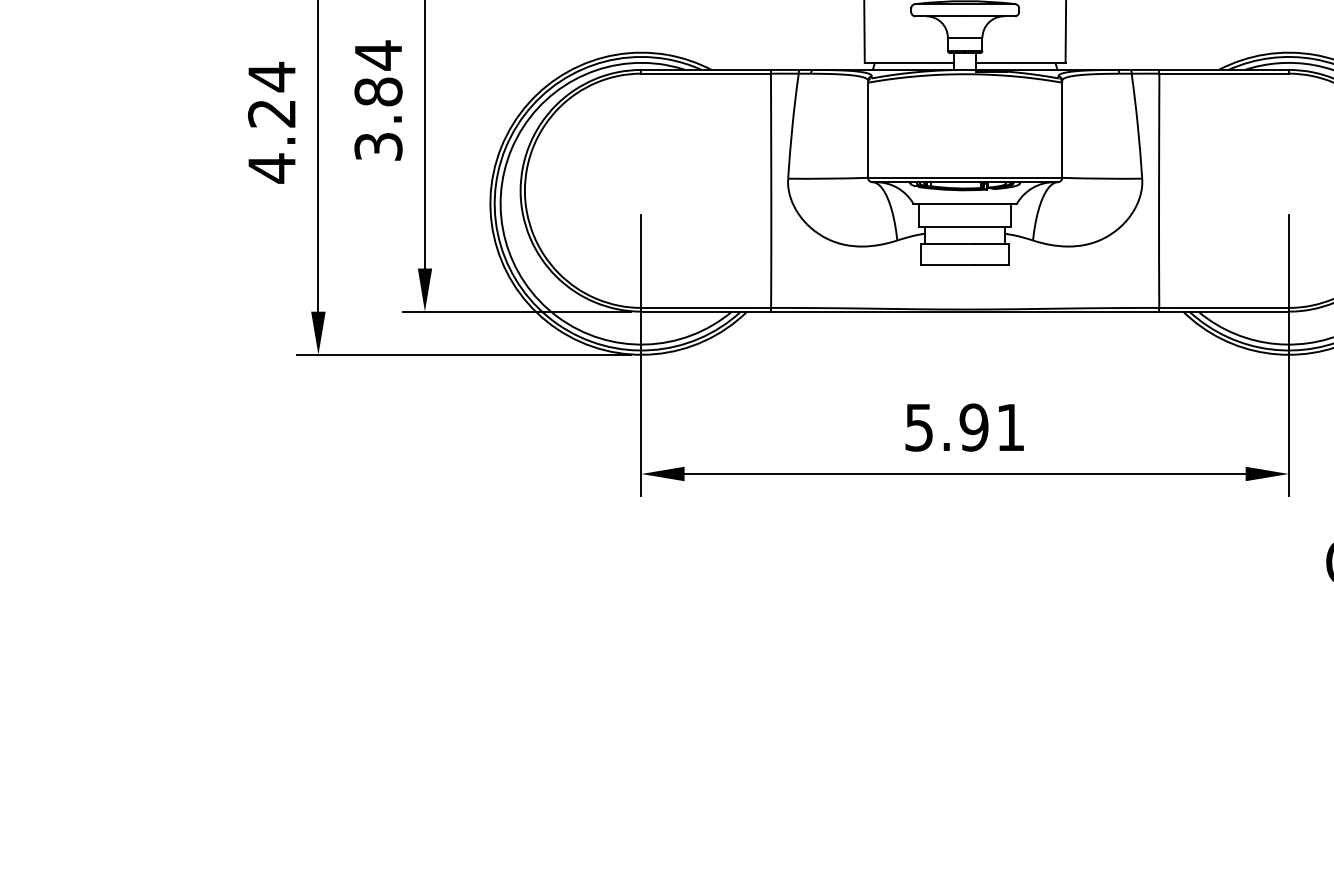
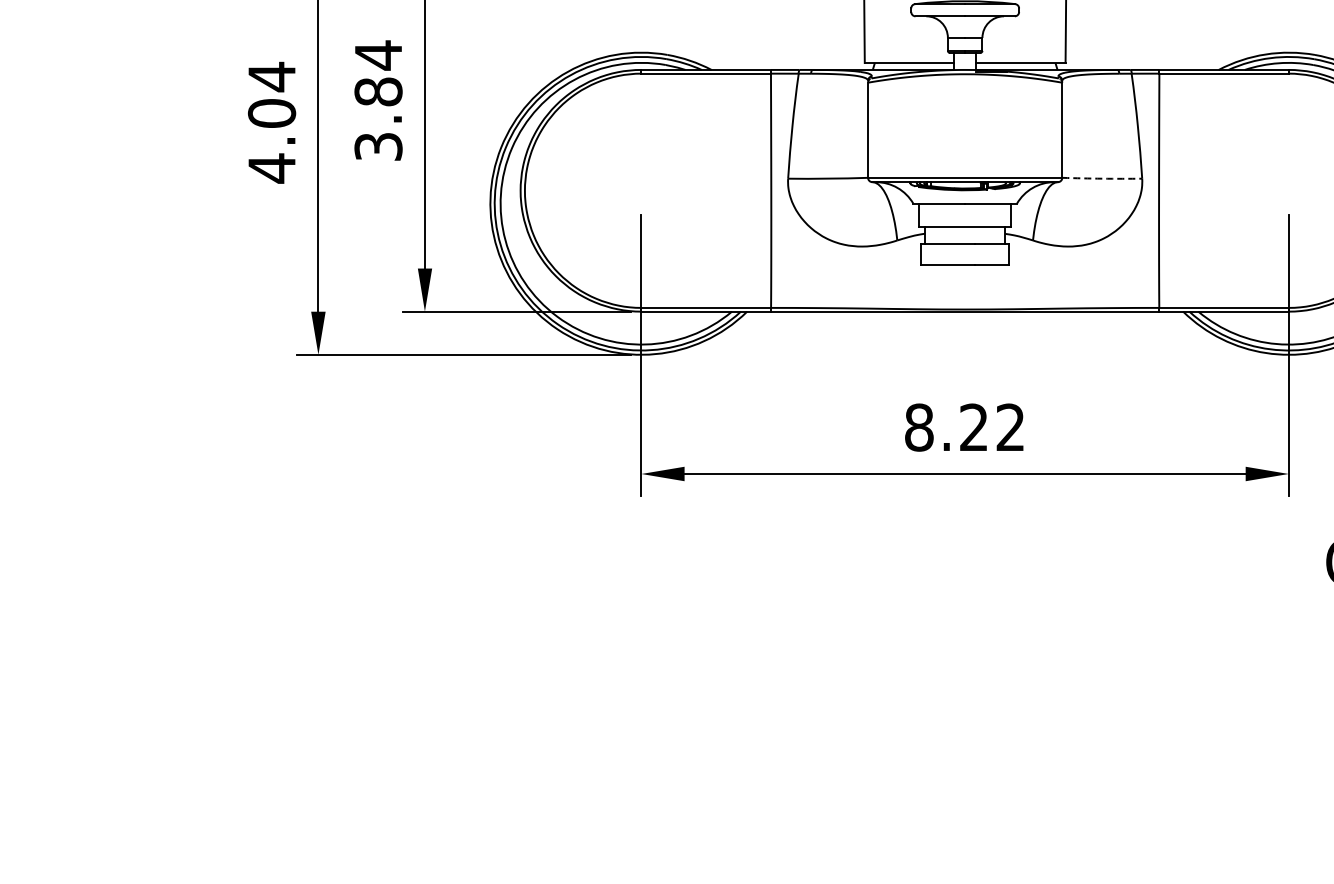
text at (271, 113): 4.24 -> 4.04
arc at (1102, 178): solid -> dashed
text at (964, 427): 5.91 -> 8.22
